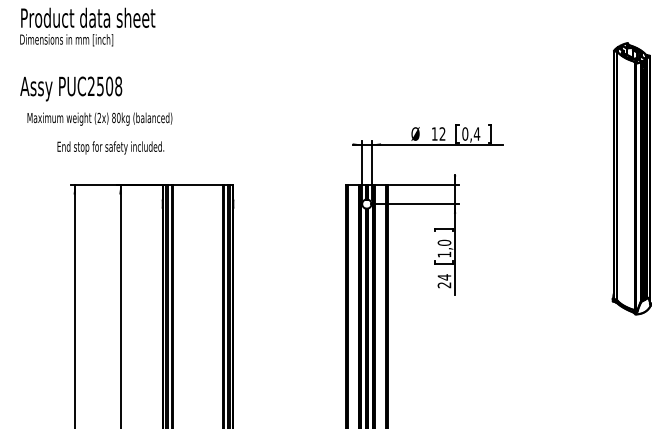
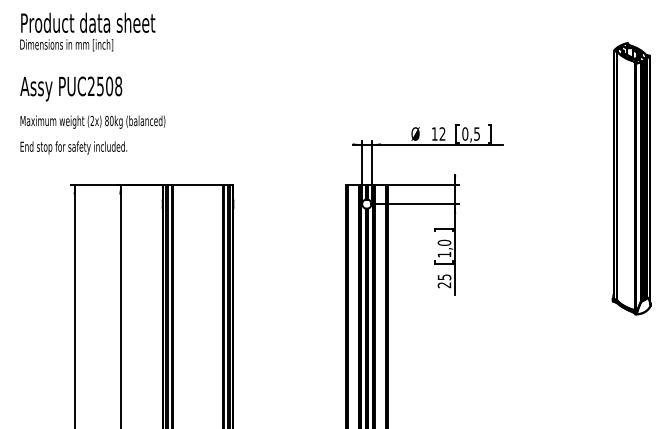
text at (87, 26) position: (87, 26) -> (87, 31)
text at (99, 118) position: (99, 118) -> (92, 121)
text at (476, 133): 0,4 -> 0,5
text at (110, 147) position: (110, 147) -> (73, 147)
text at (444, 277): 24 -> 25
